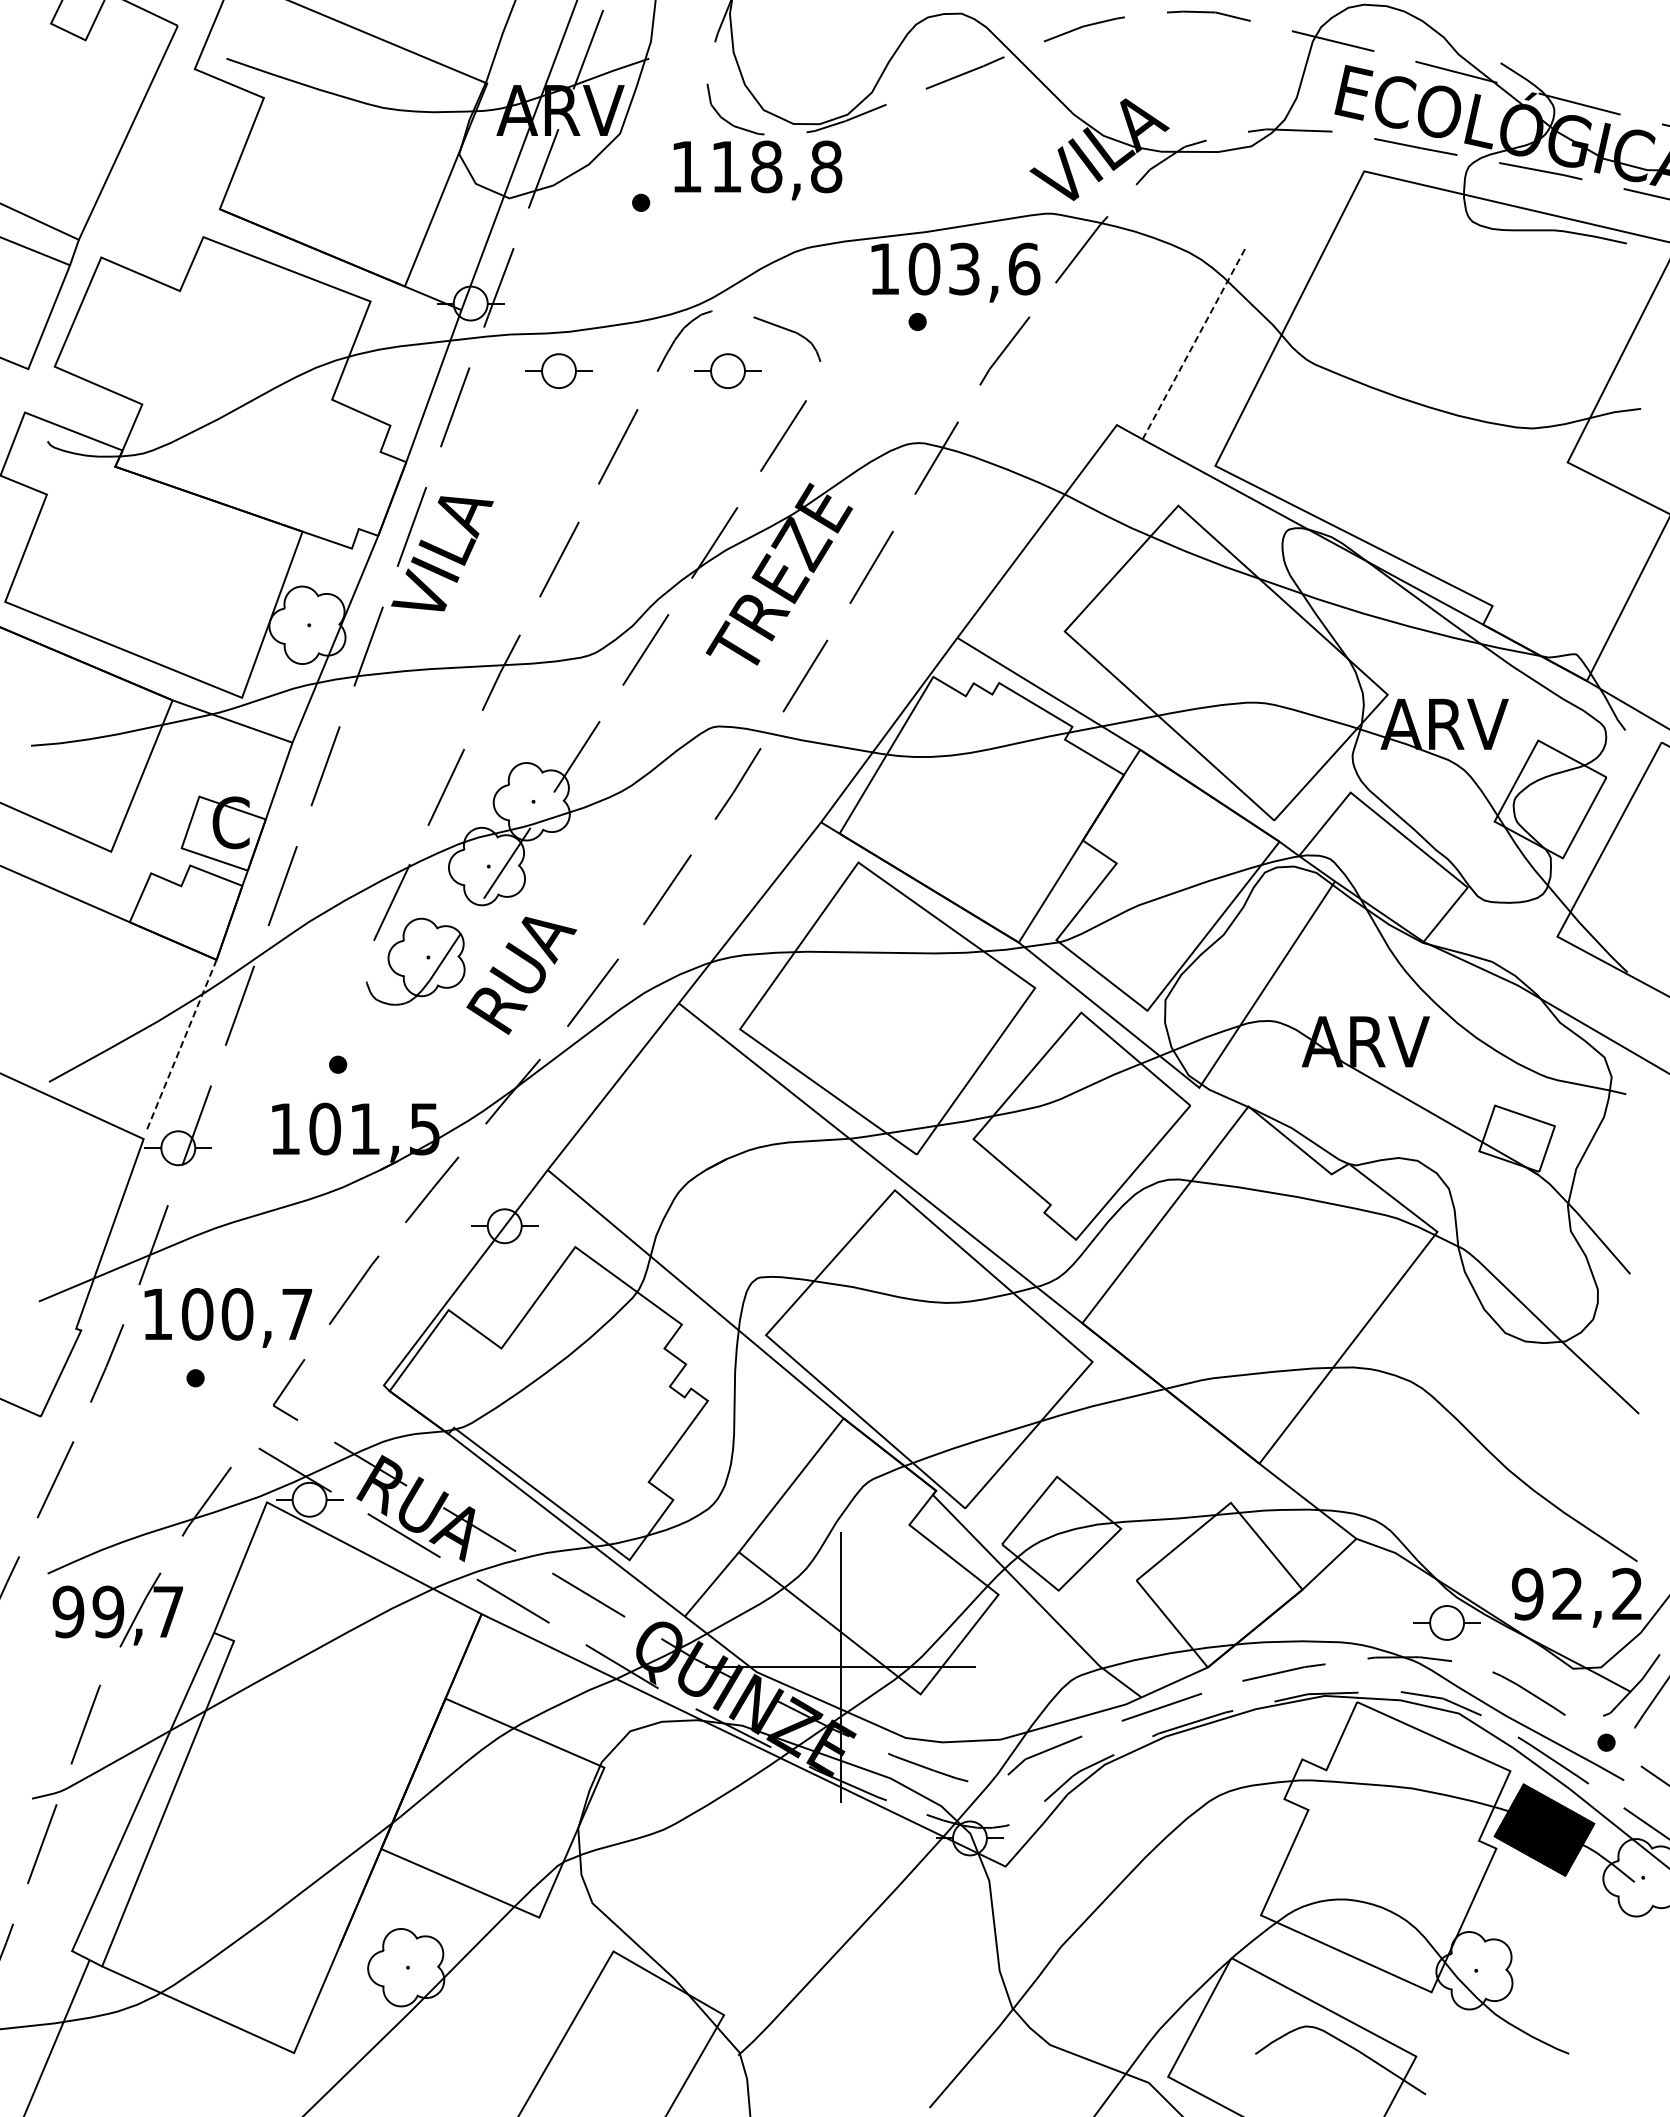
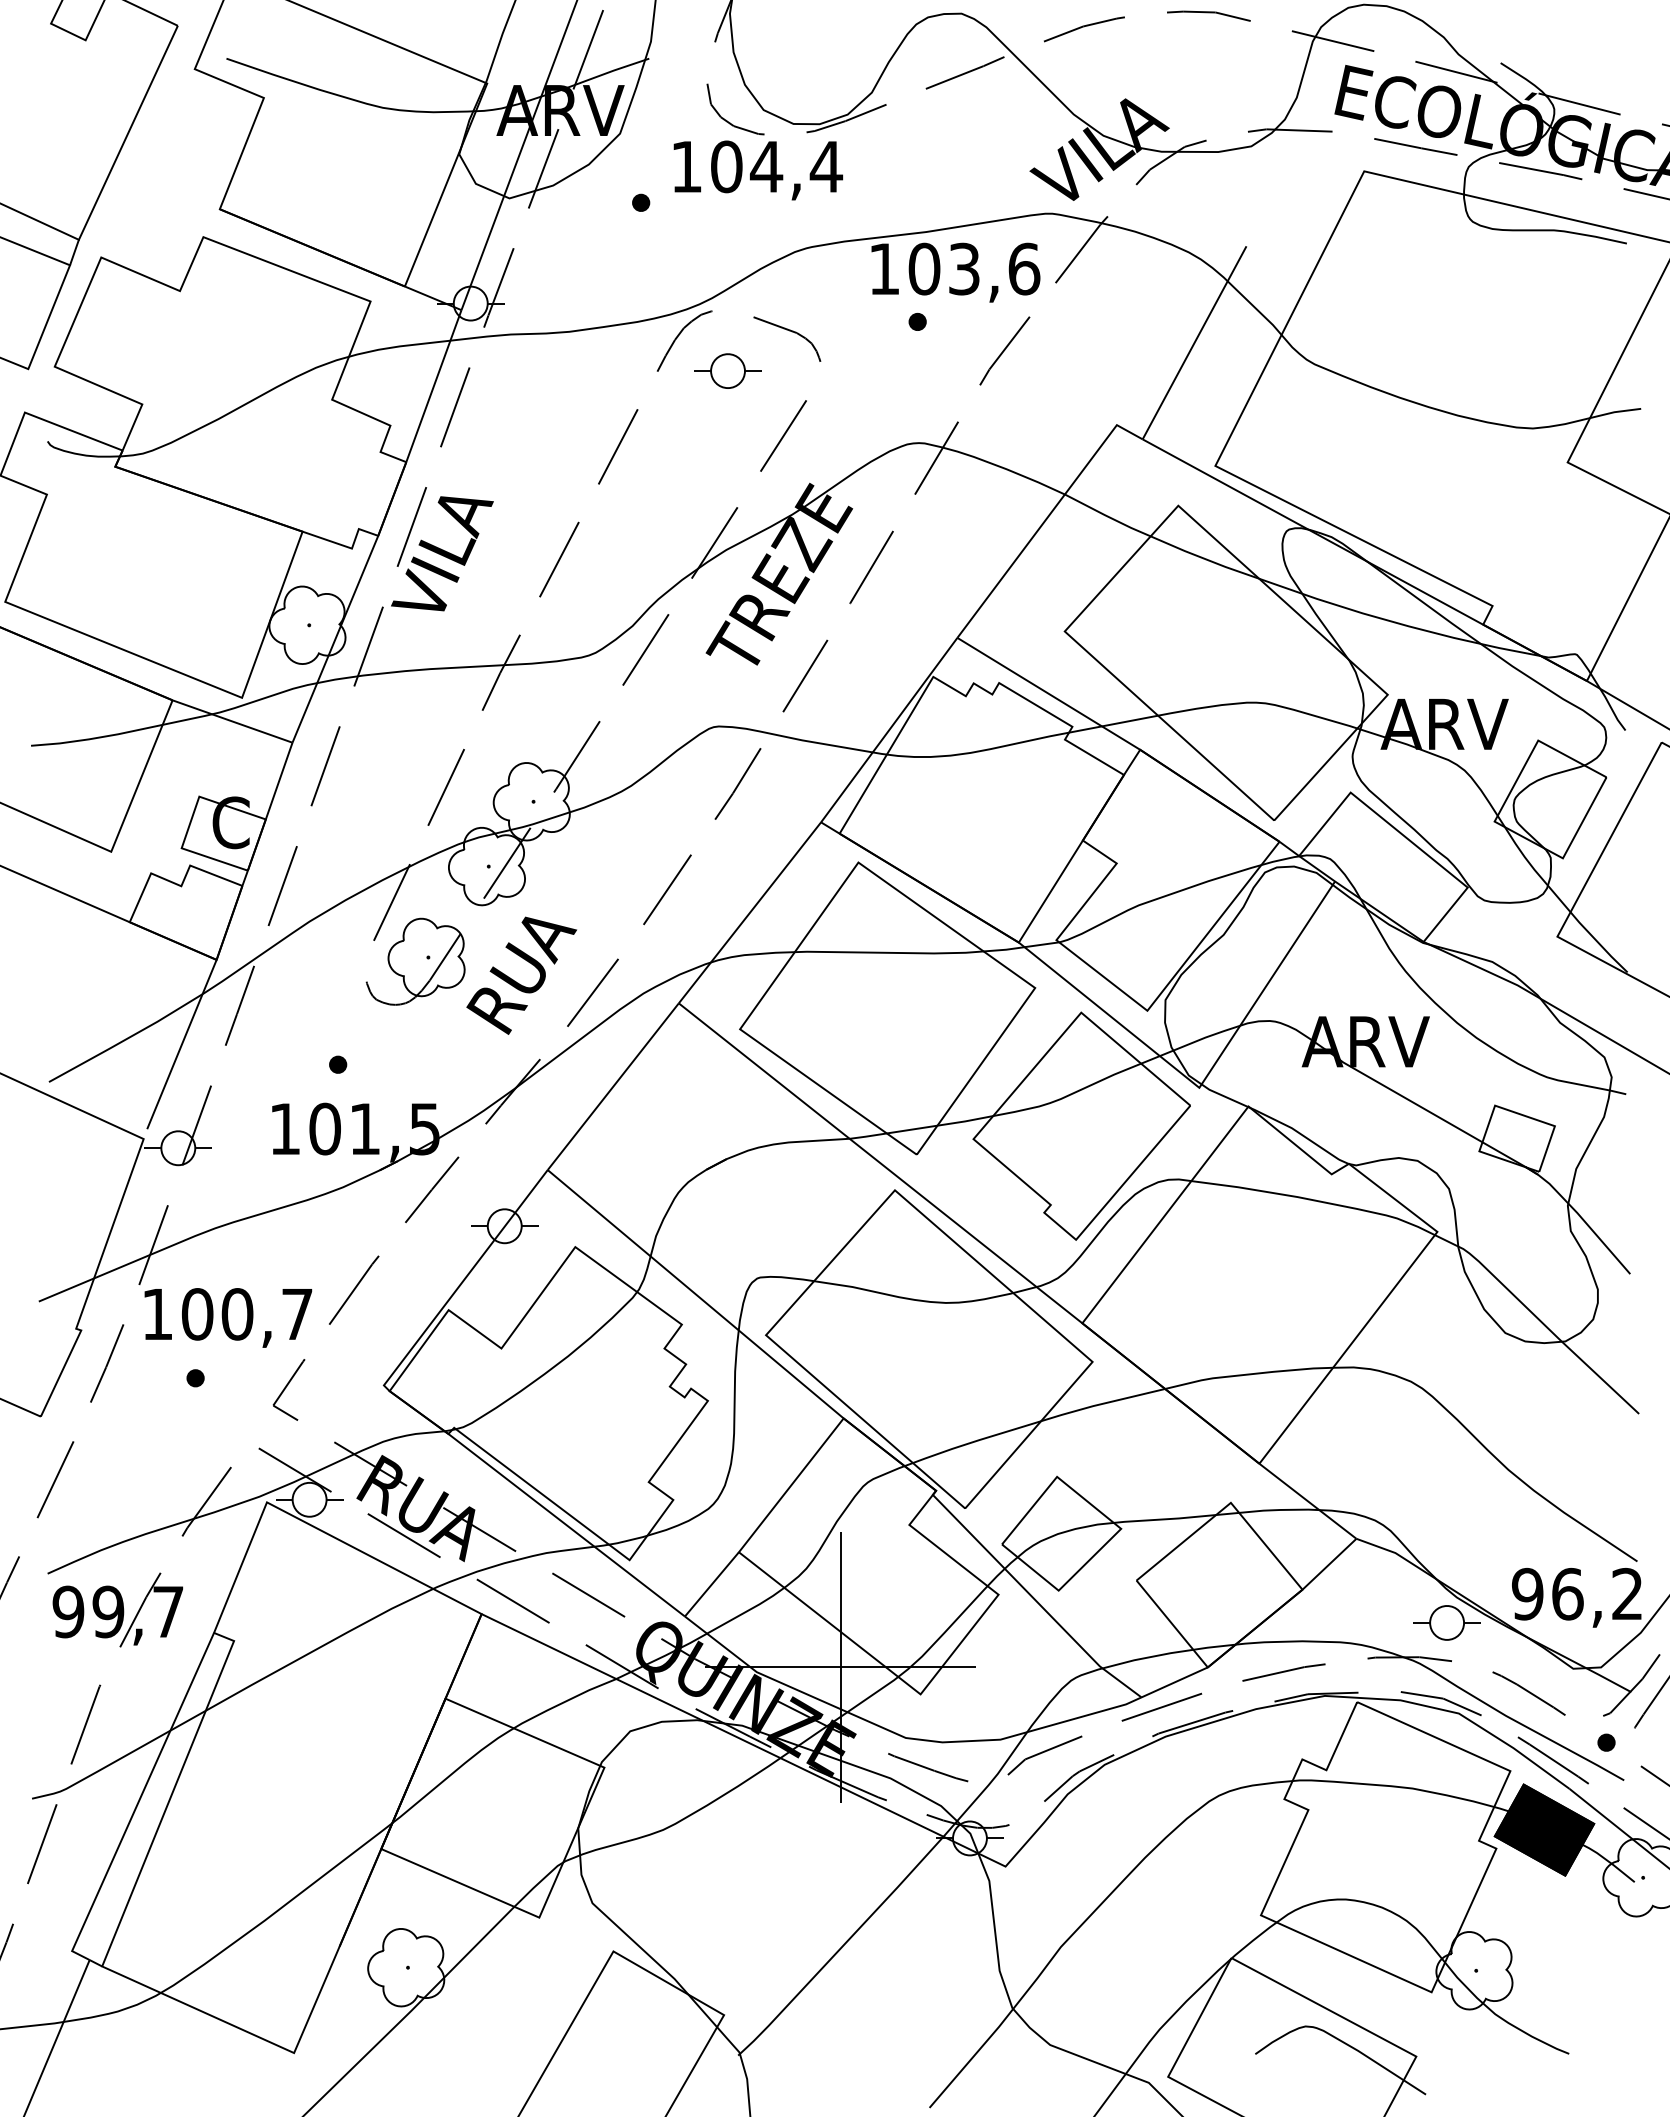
text at (777, 166): 118,8 -> 104,4
line at (1194, 342): dashed -> solid
part at (558, 370): present -> none
line at (182, 1044): dashed -> solid
text at (1567, 1593): 92,2 -> 96,2
